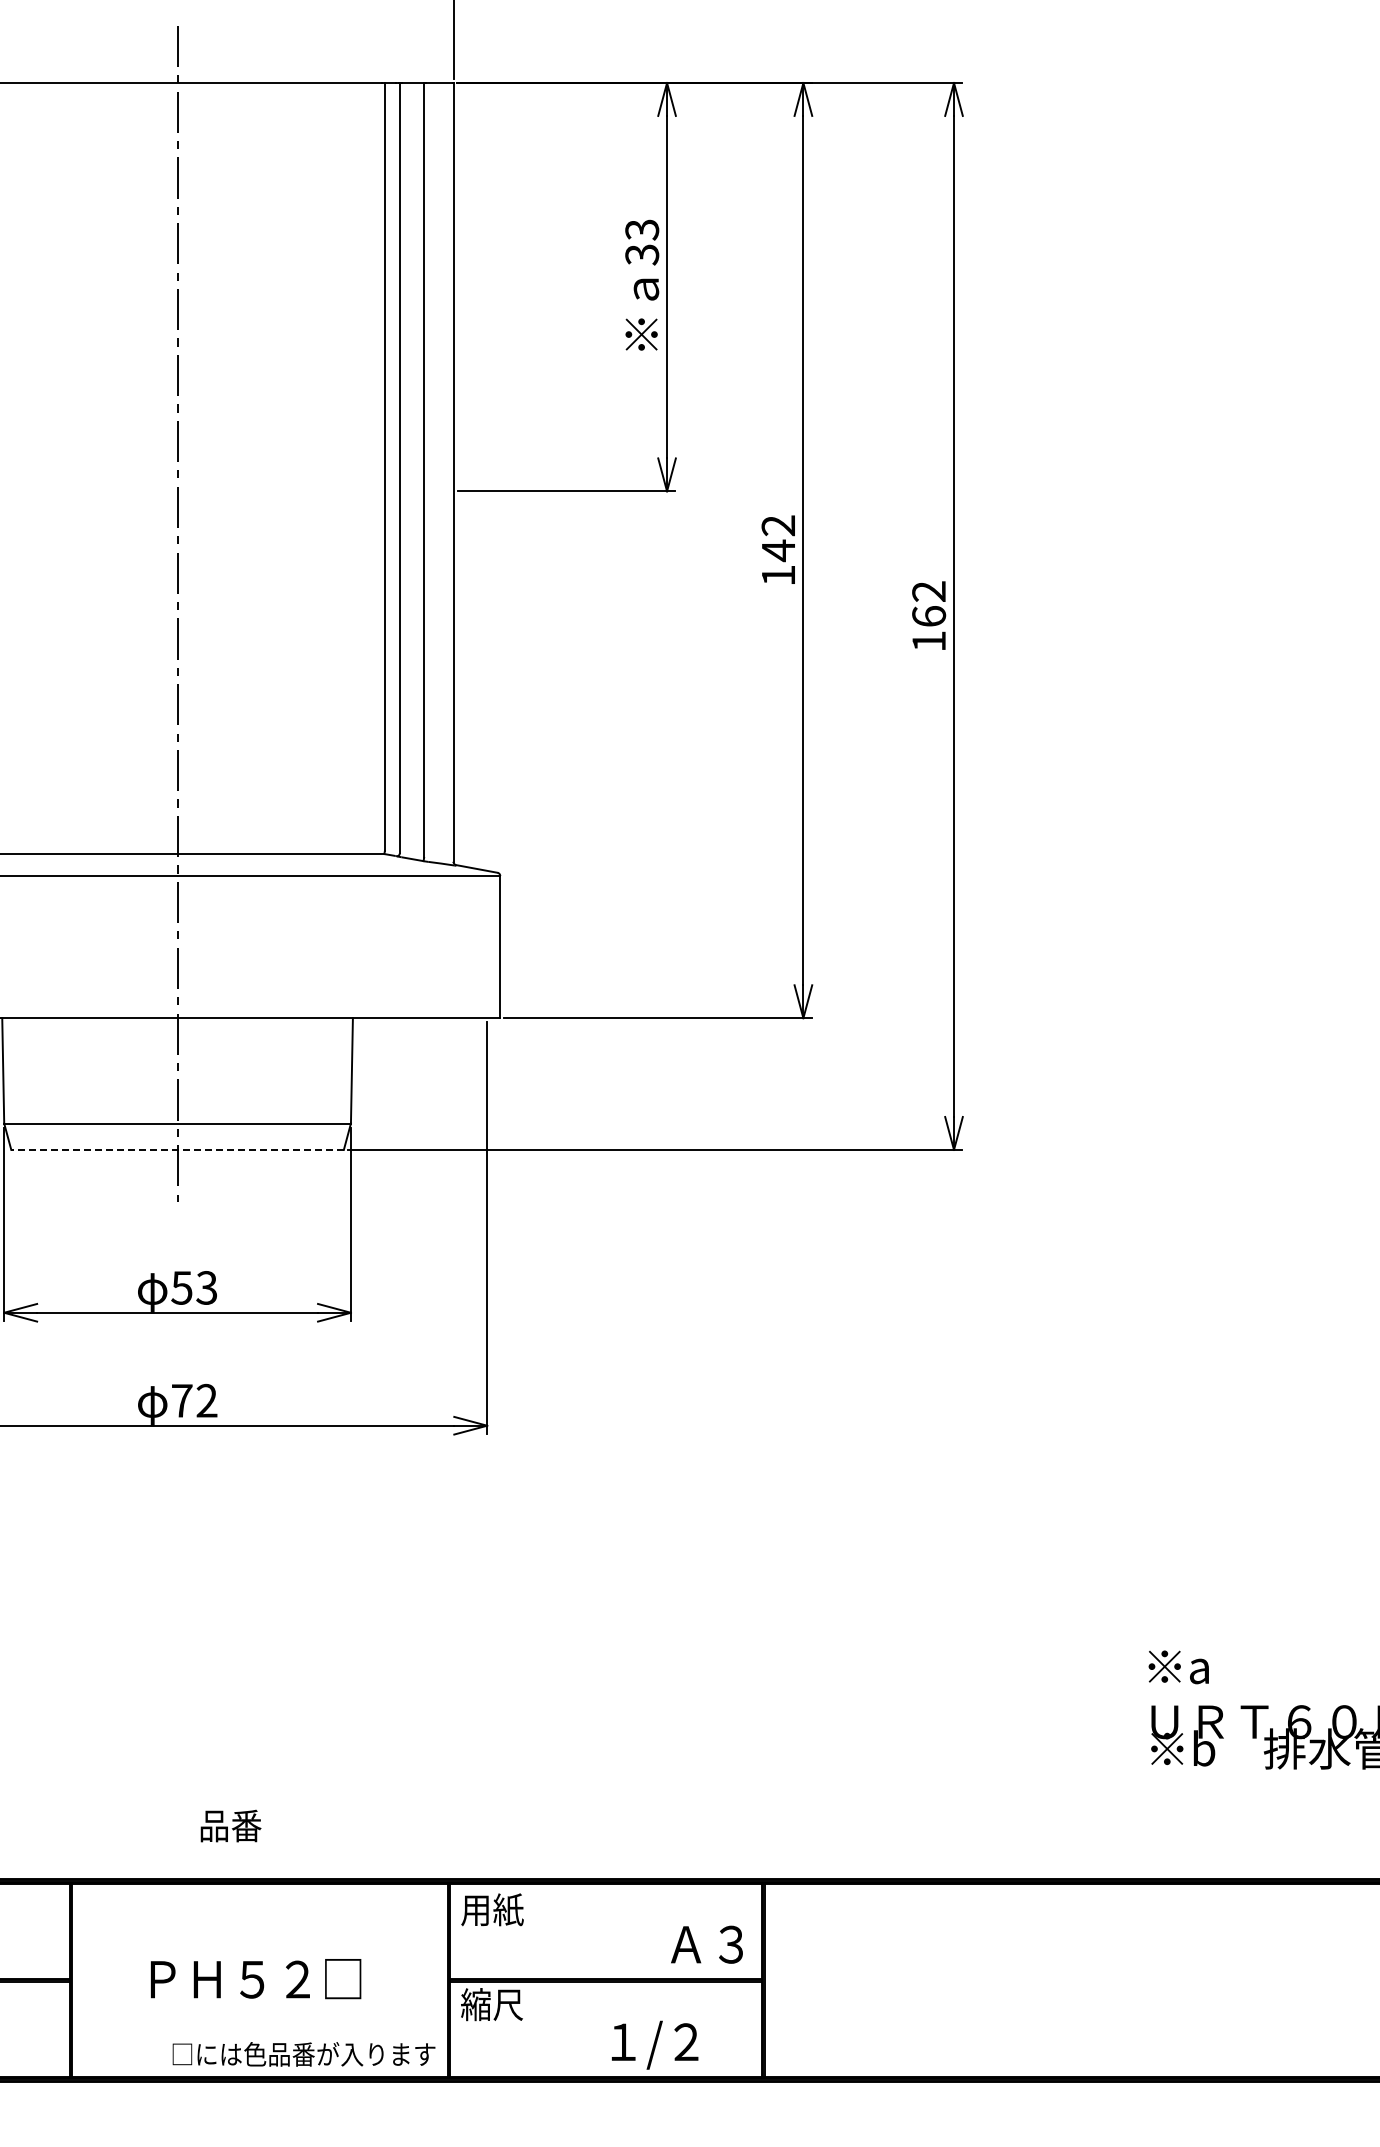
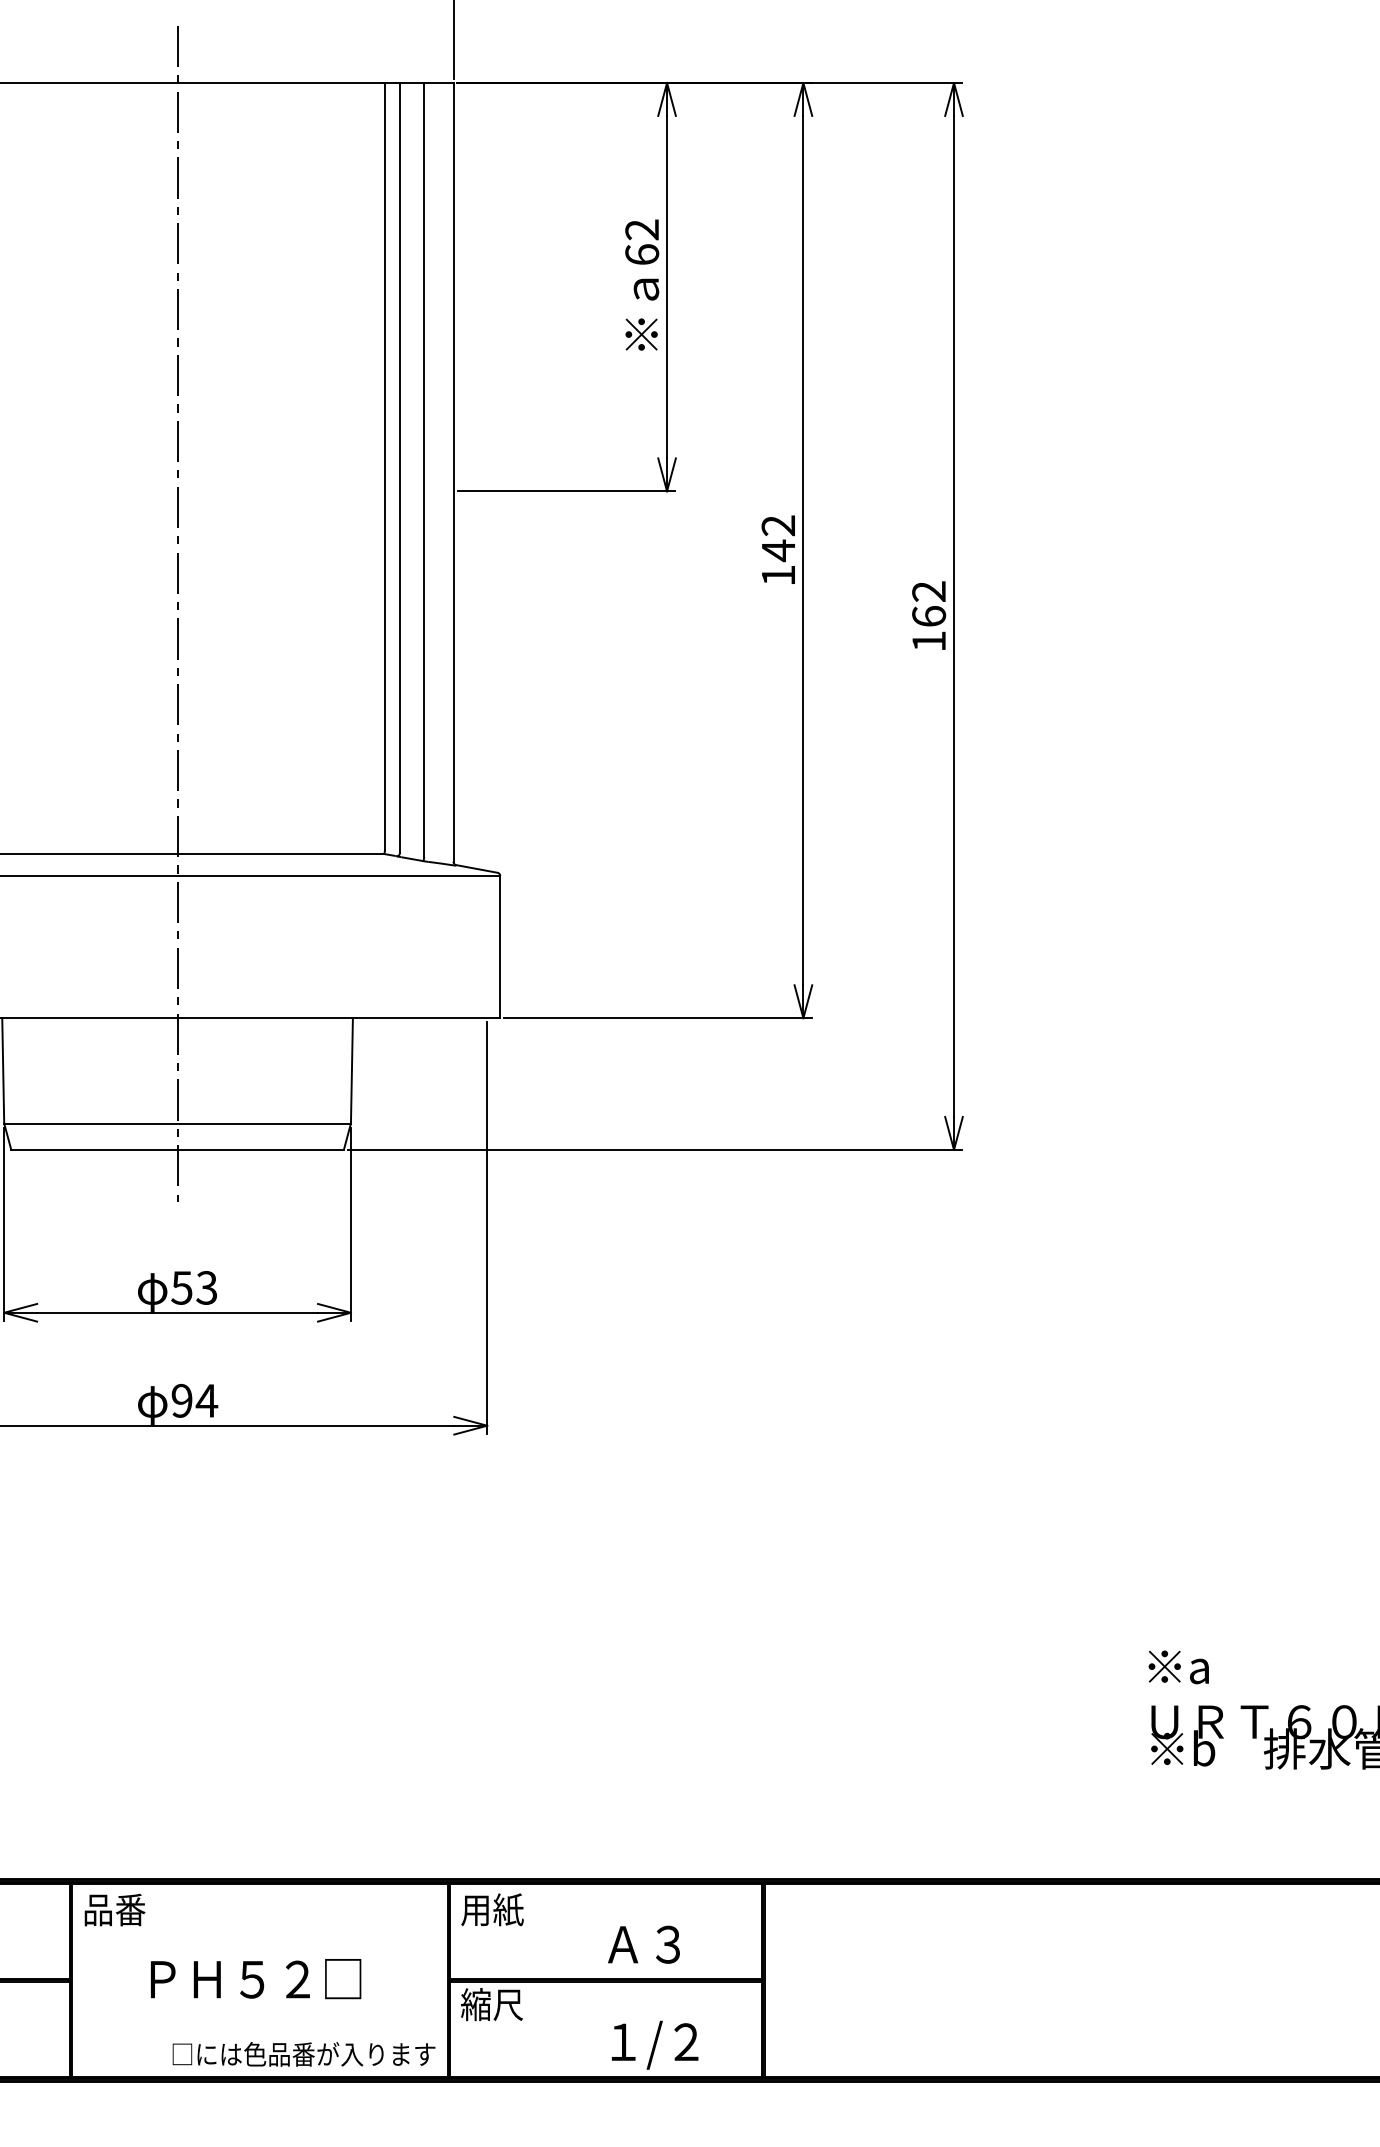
text at (642, 242): 33 -> 62
line at (177, 1149): dashed -> solid
text at (194, 1400): 72 -> 94
text at (230, 1825) position: (230, 1825) -> (114, 1909)
text at (706, 1944) position: (706, 1944) -> (643, 1944)
